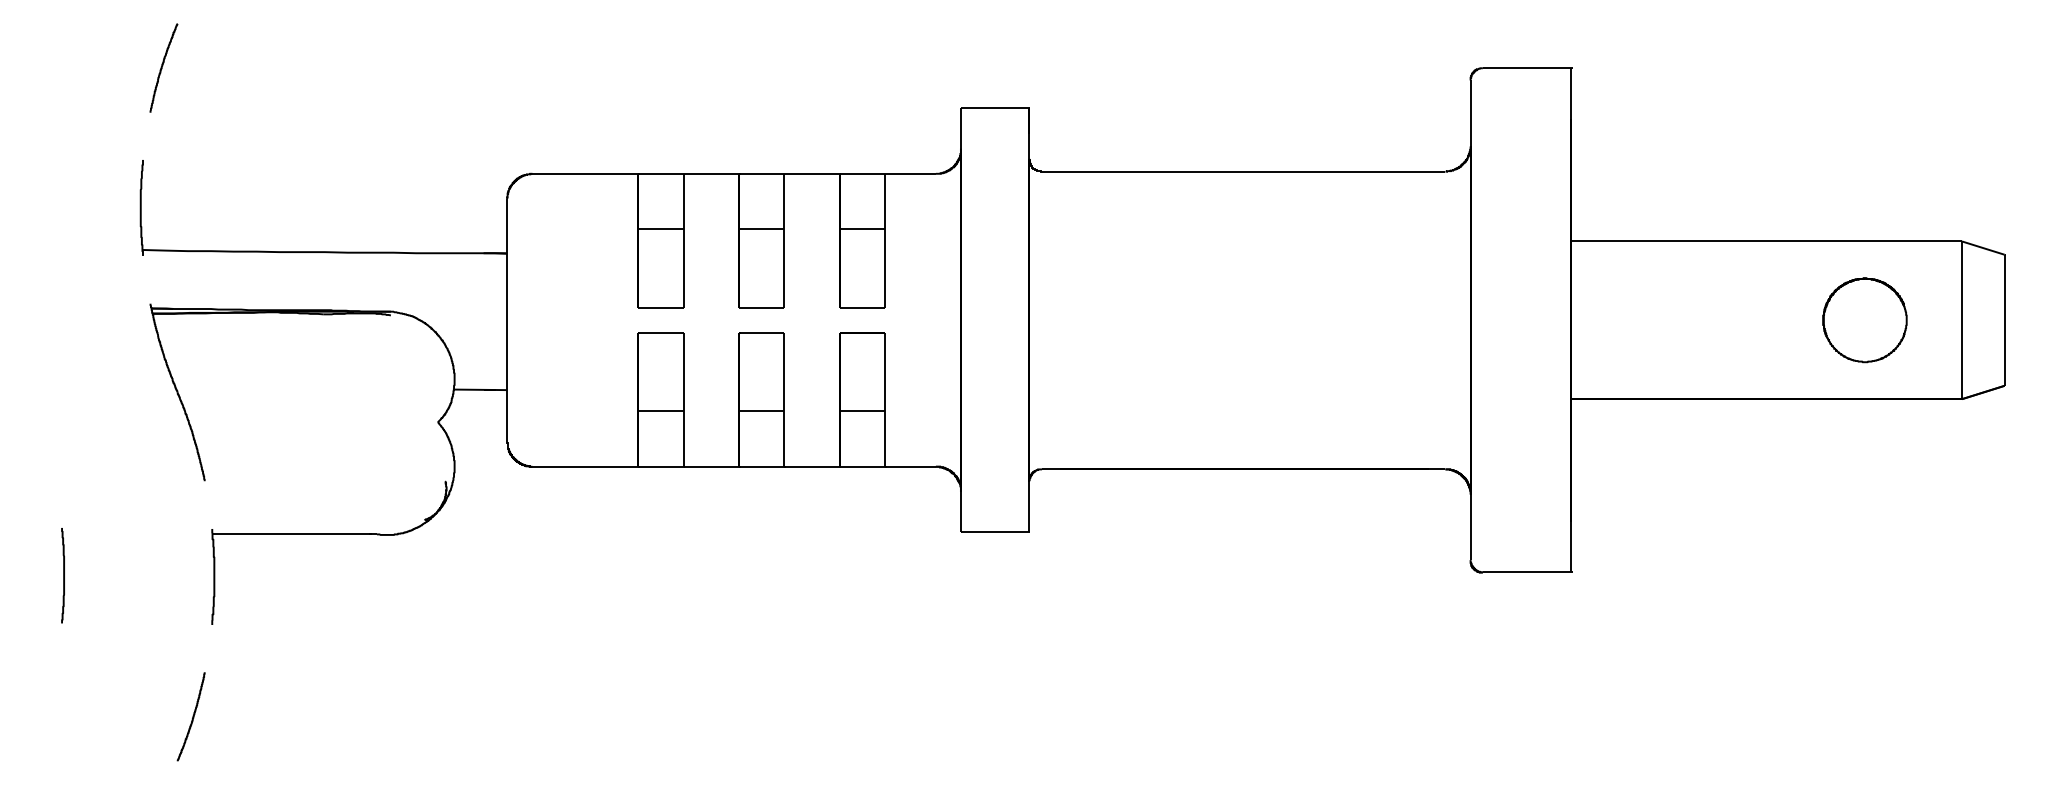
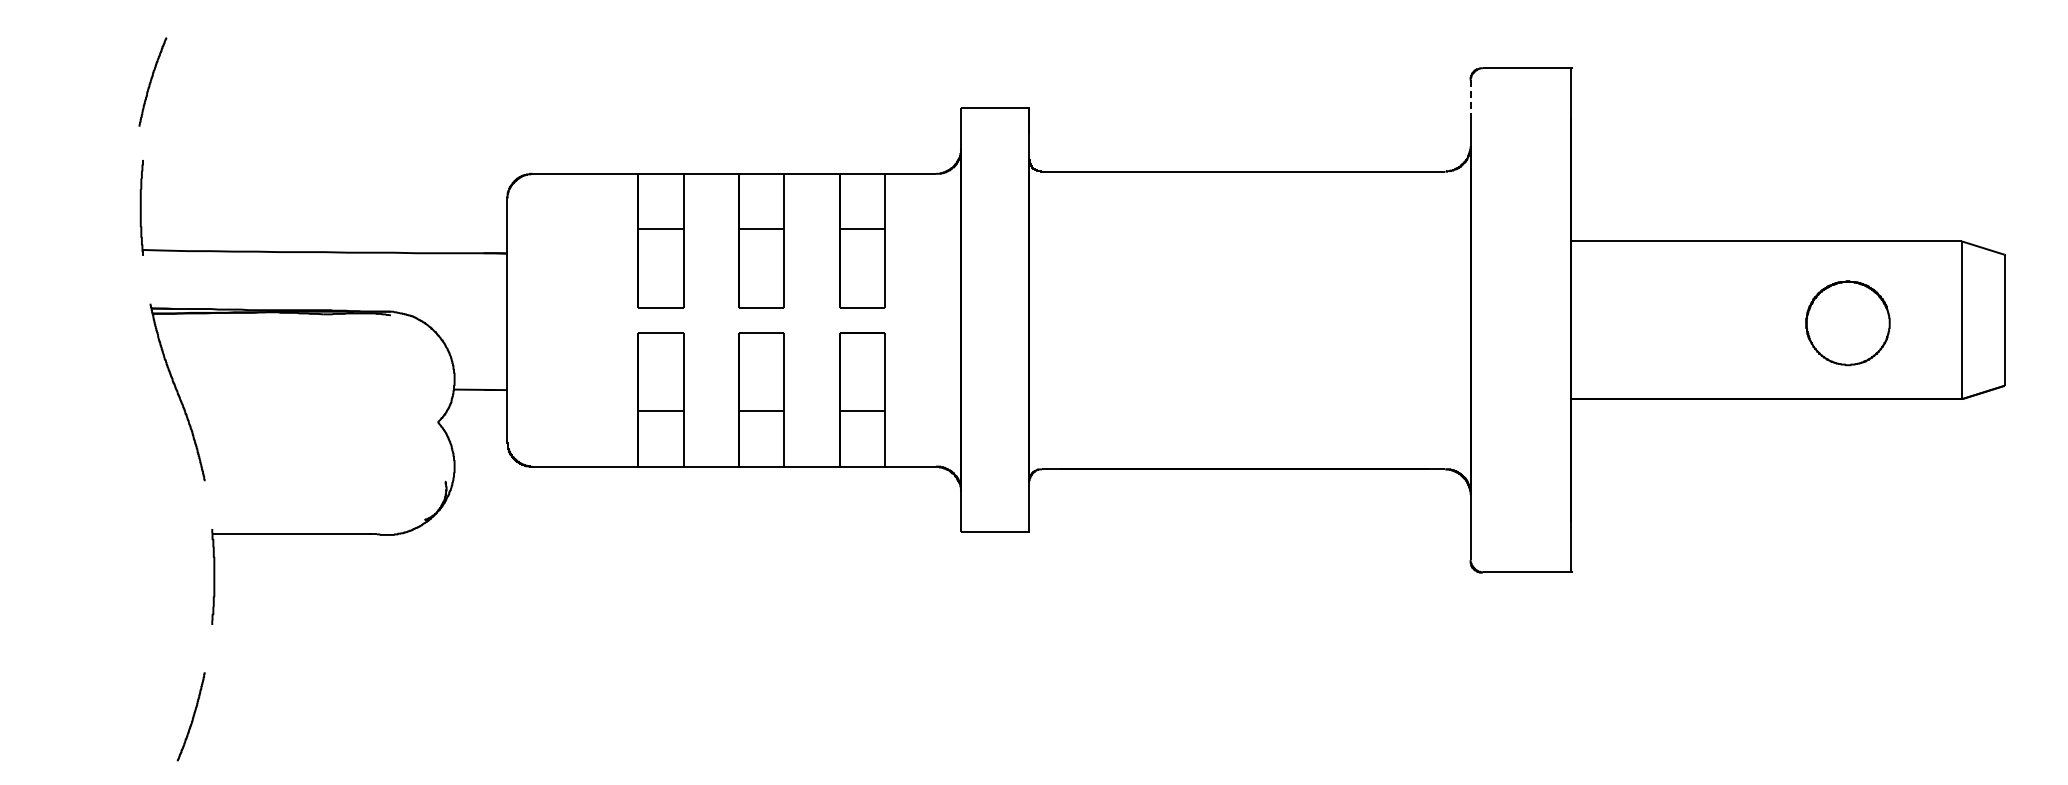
curve at (162, 67) position: (162, 67) -> (151, 81)
line at (1470, 100): solid -> dashed
part at (1864, 320) position: (1864, 320) -> (1847, 323)
curve at (63, 575): present -> none
